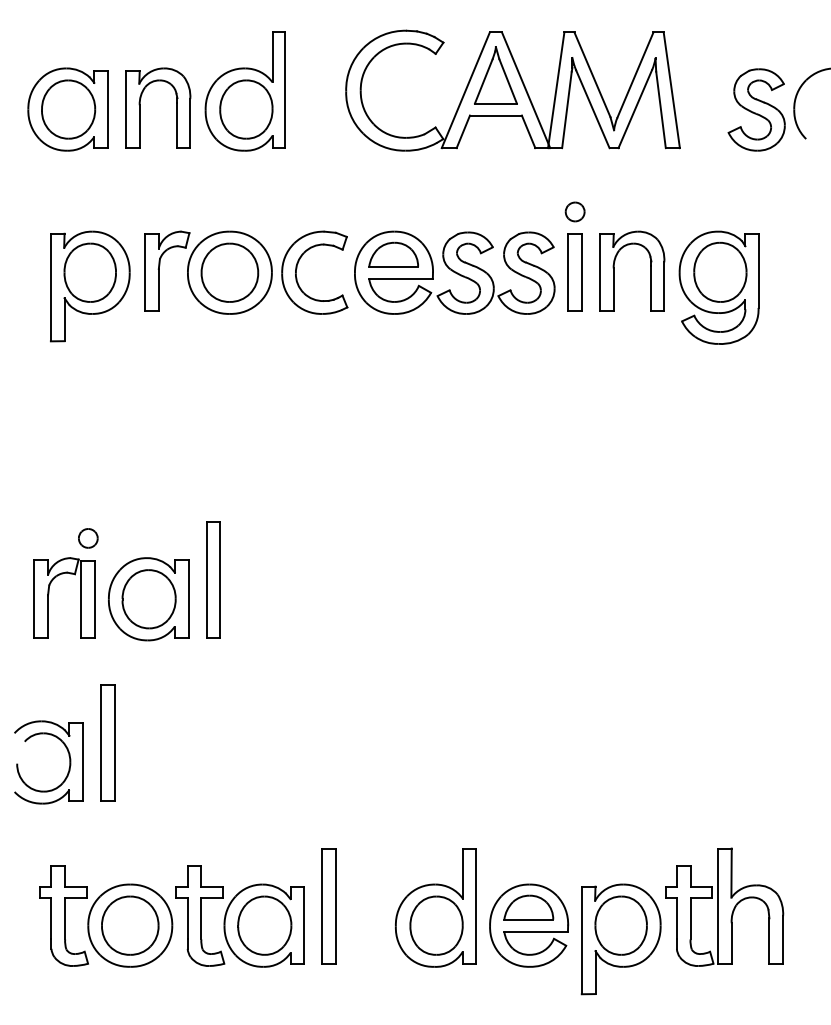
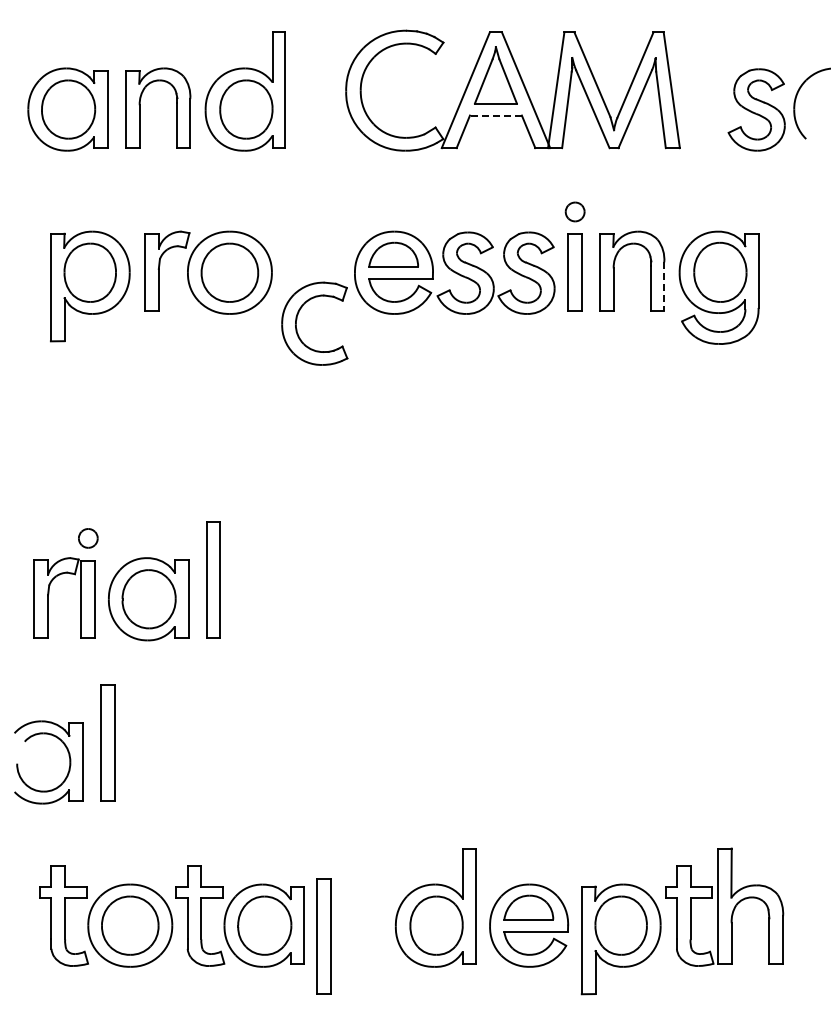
line at (495, 115): solid -> dashed
part at (297, 268) position: (297, 268) -> (297, 319)
line at (664, 287): solid -> dashed
part at (328, 906) position: (328, 906) -> (323, 936)
